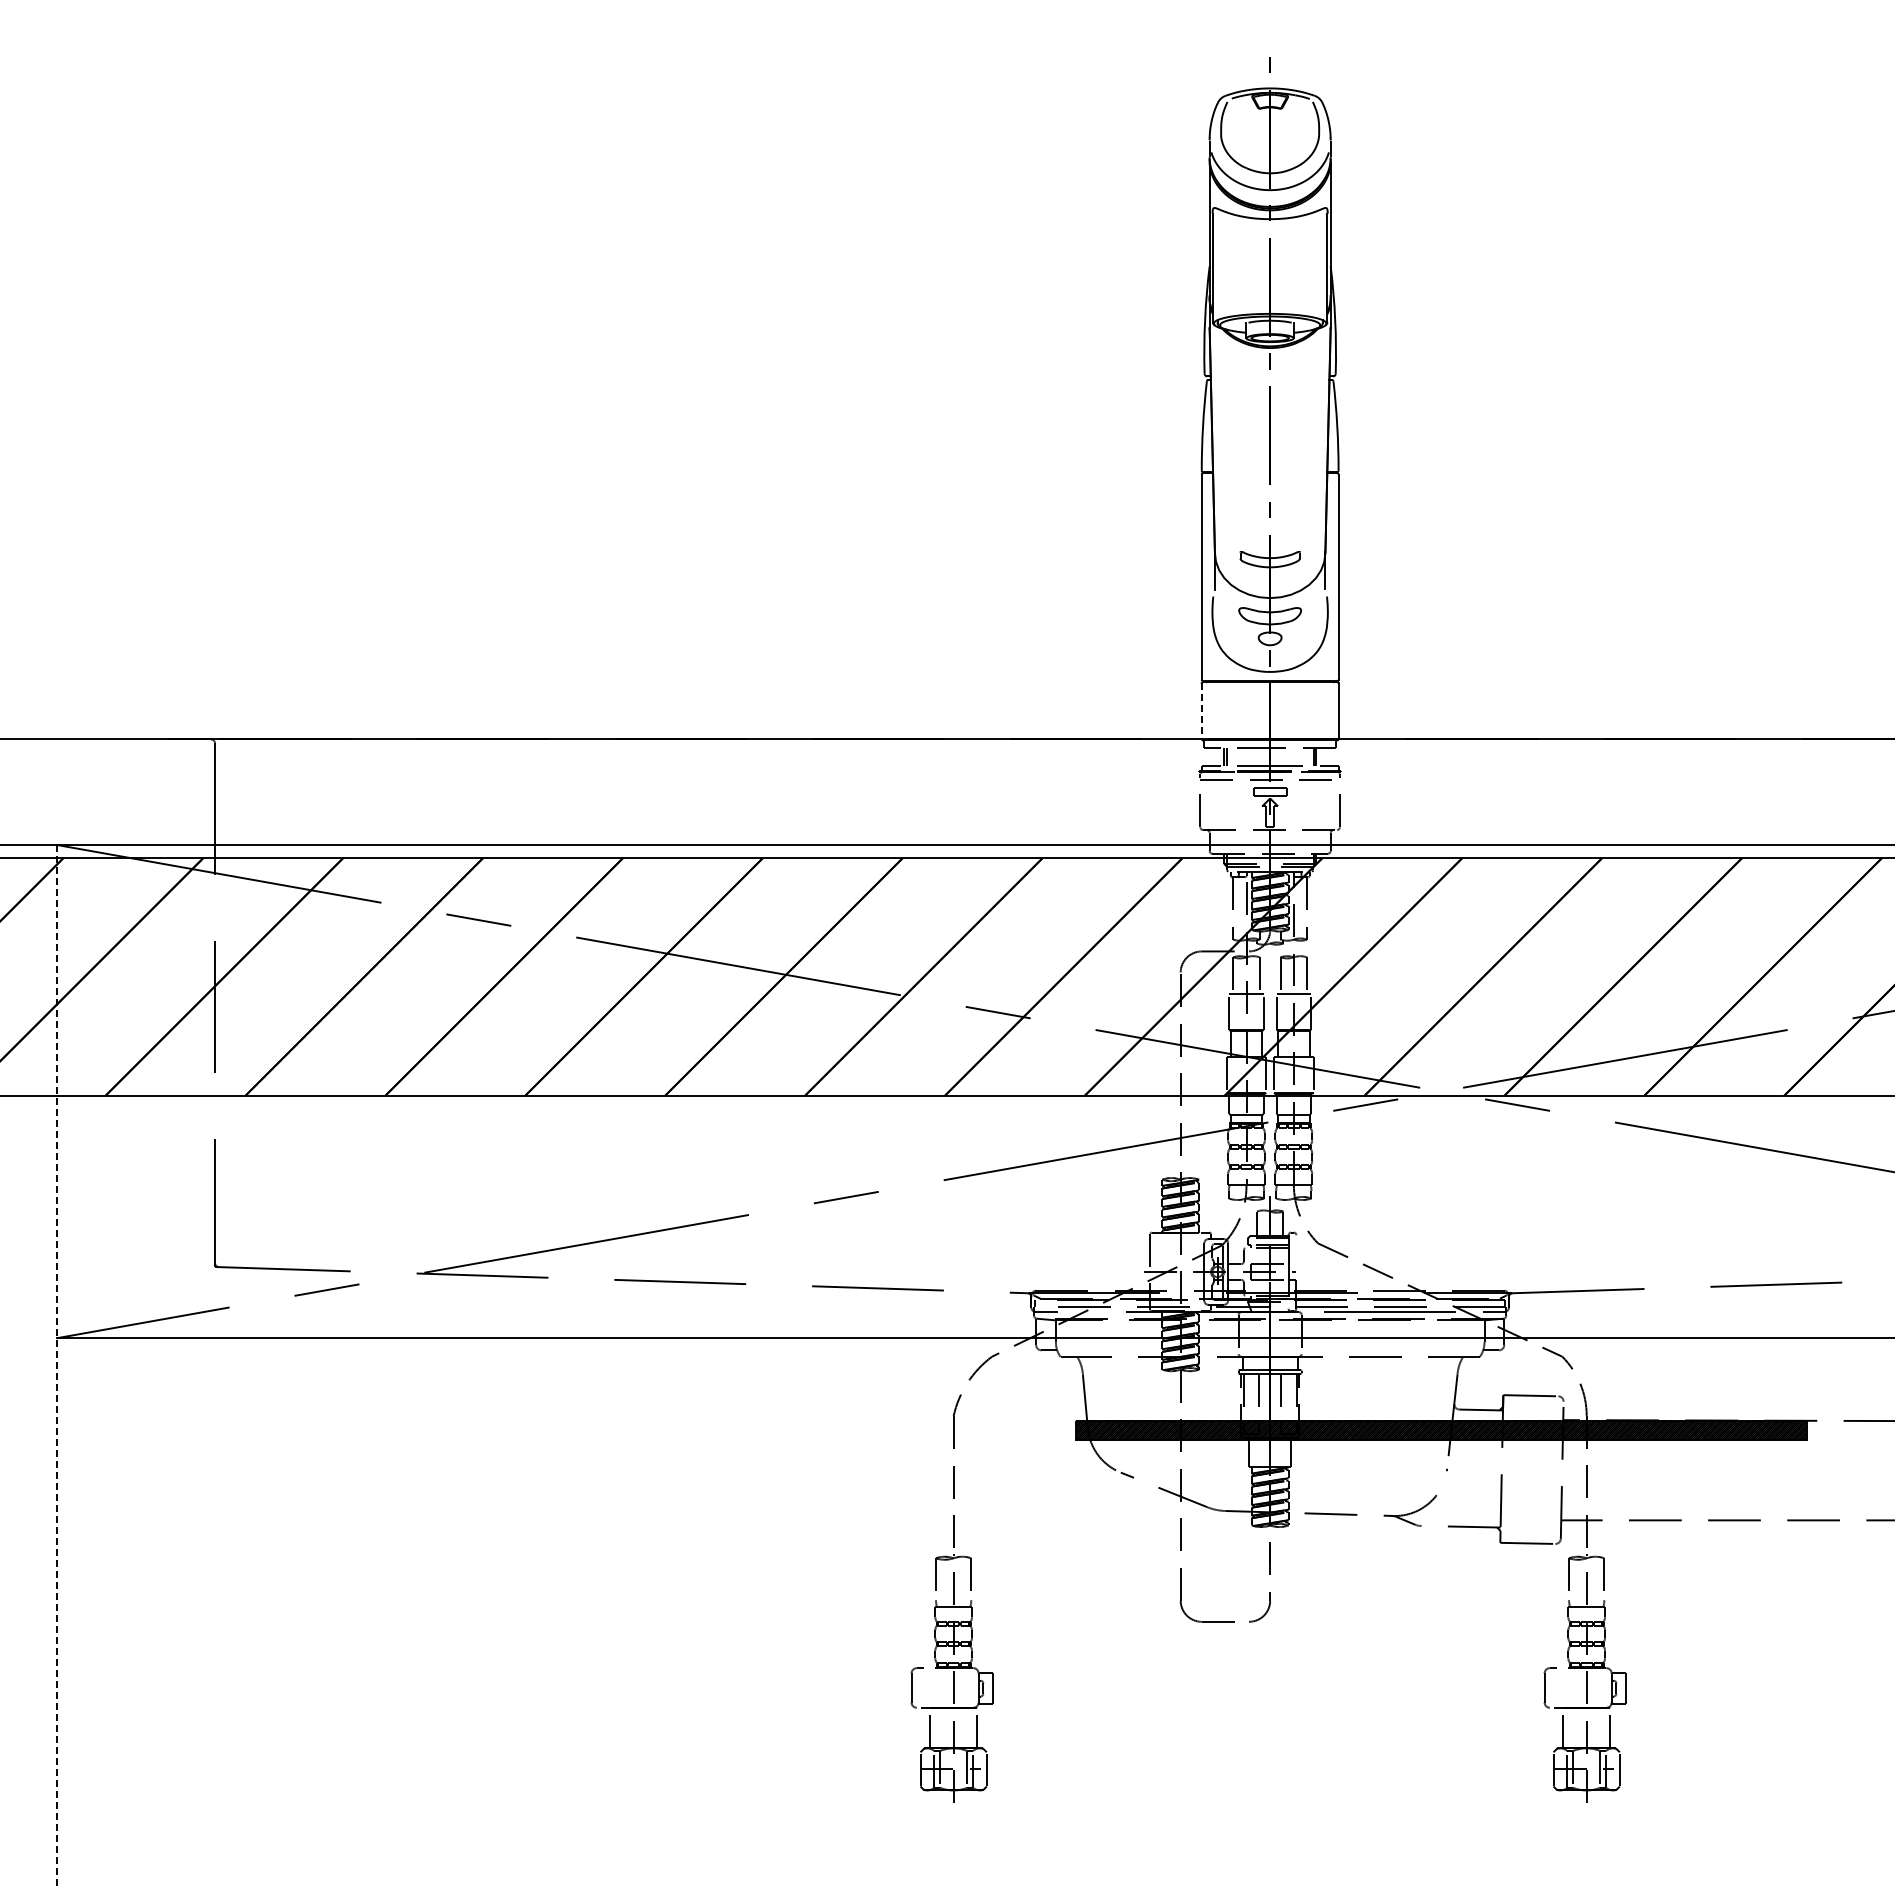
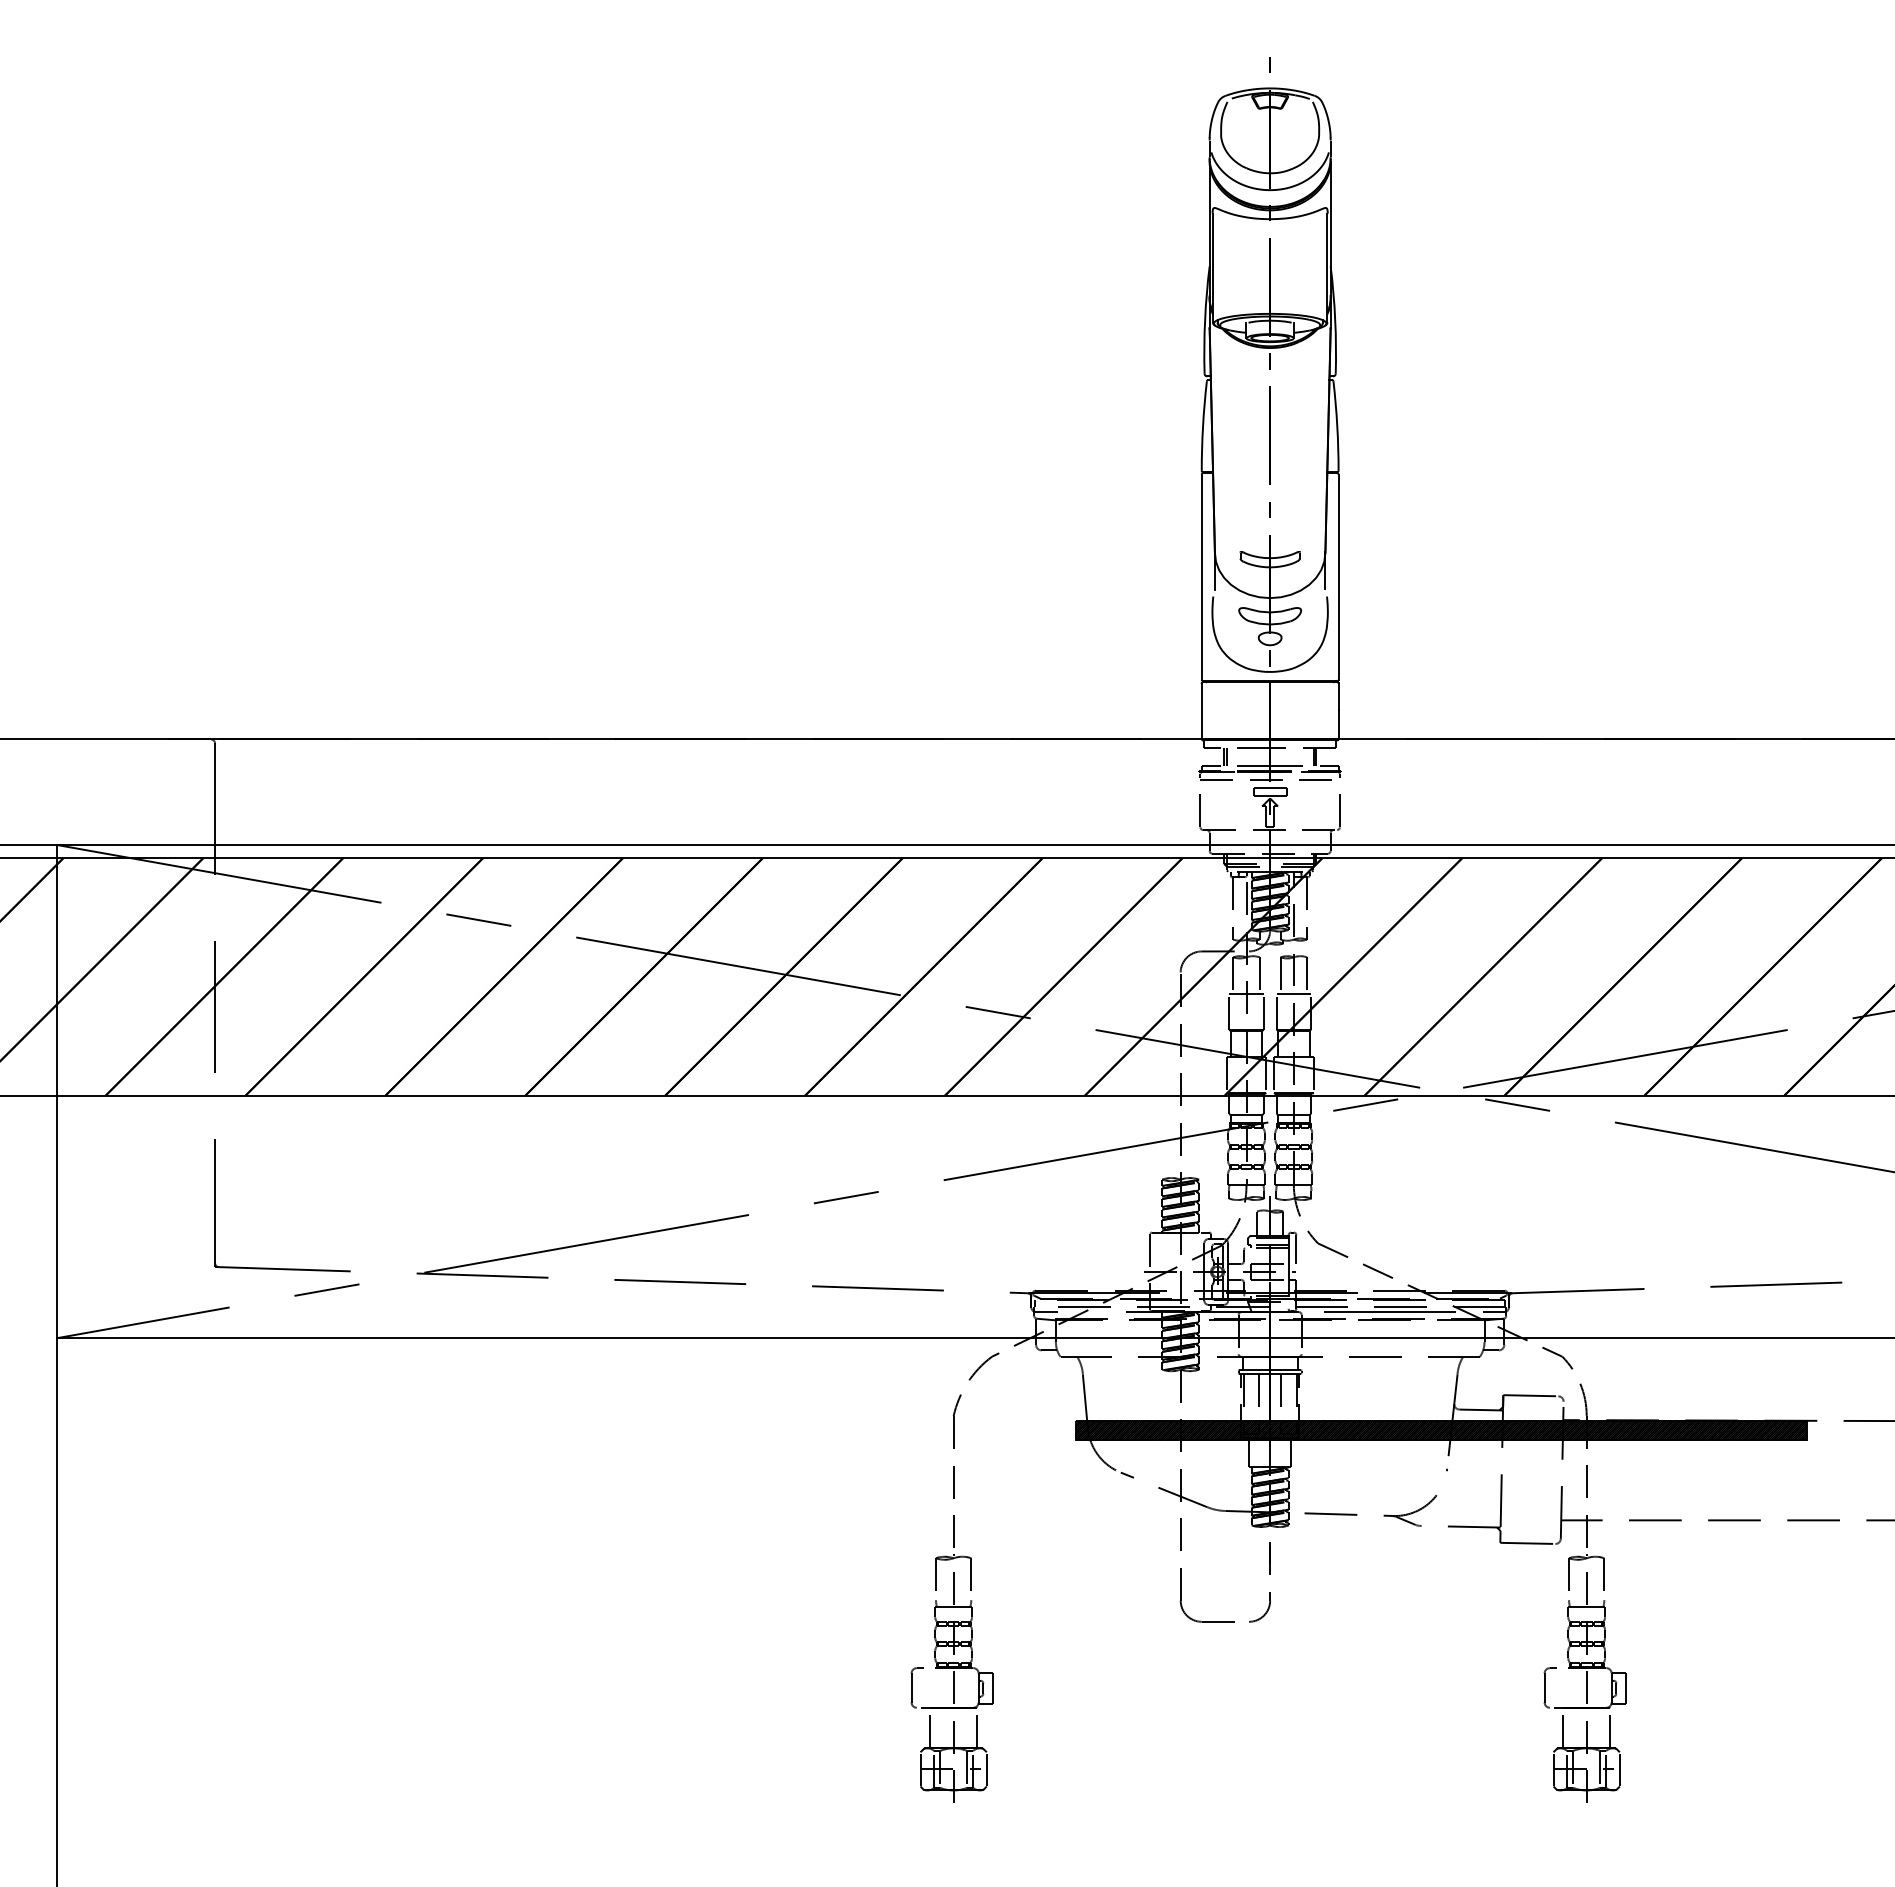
line at (1201, 711): dashed -> solid
line at (1296, 1249): none -> present
line at (56, 1365): dashed -> solid
